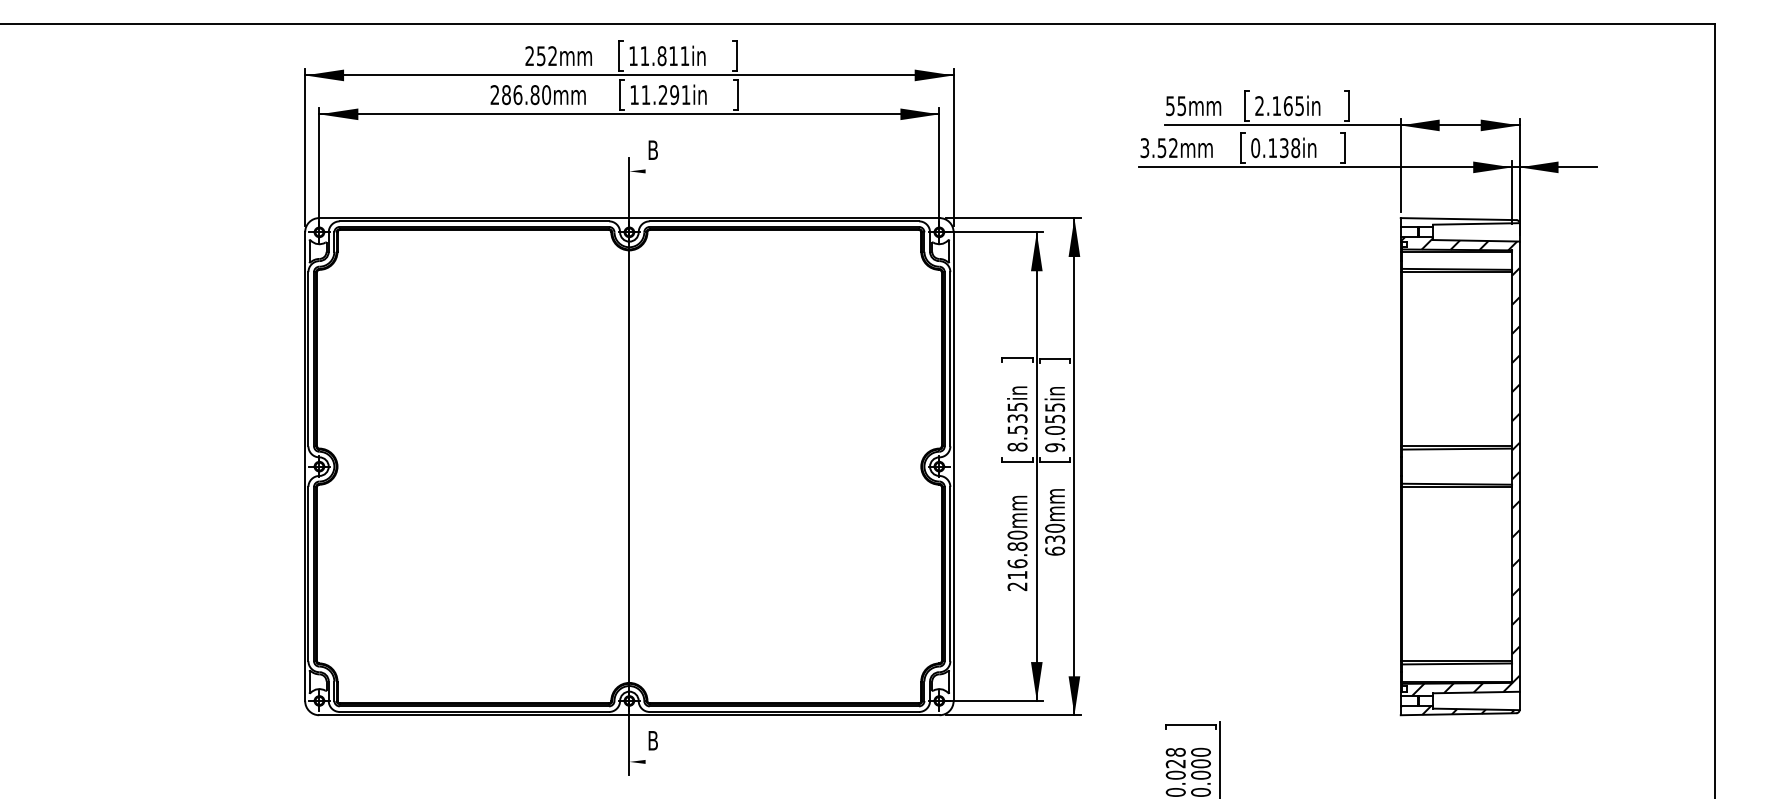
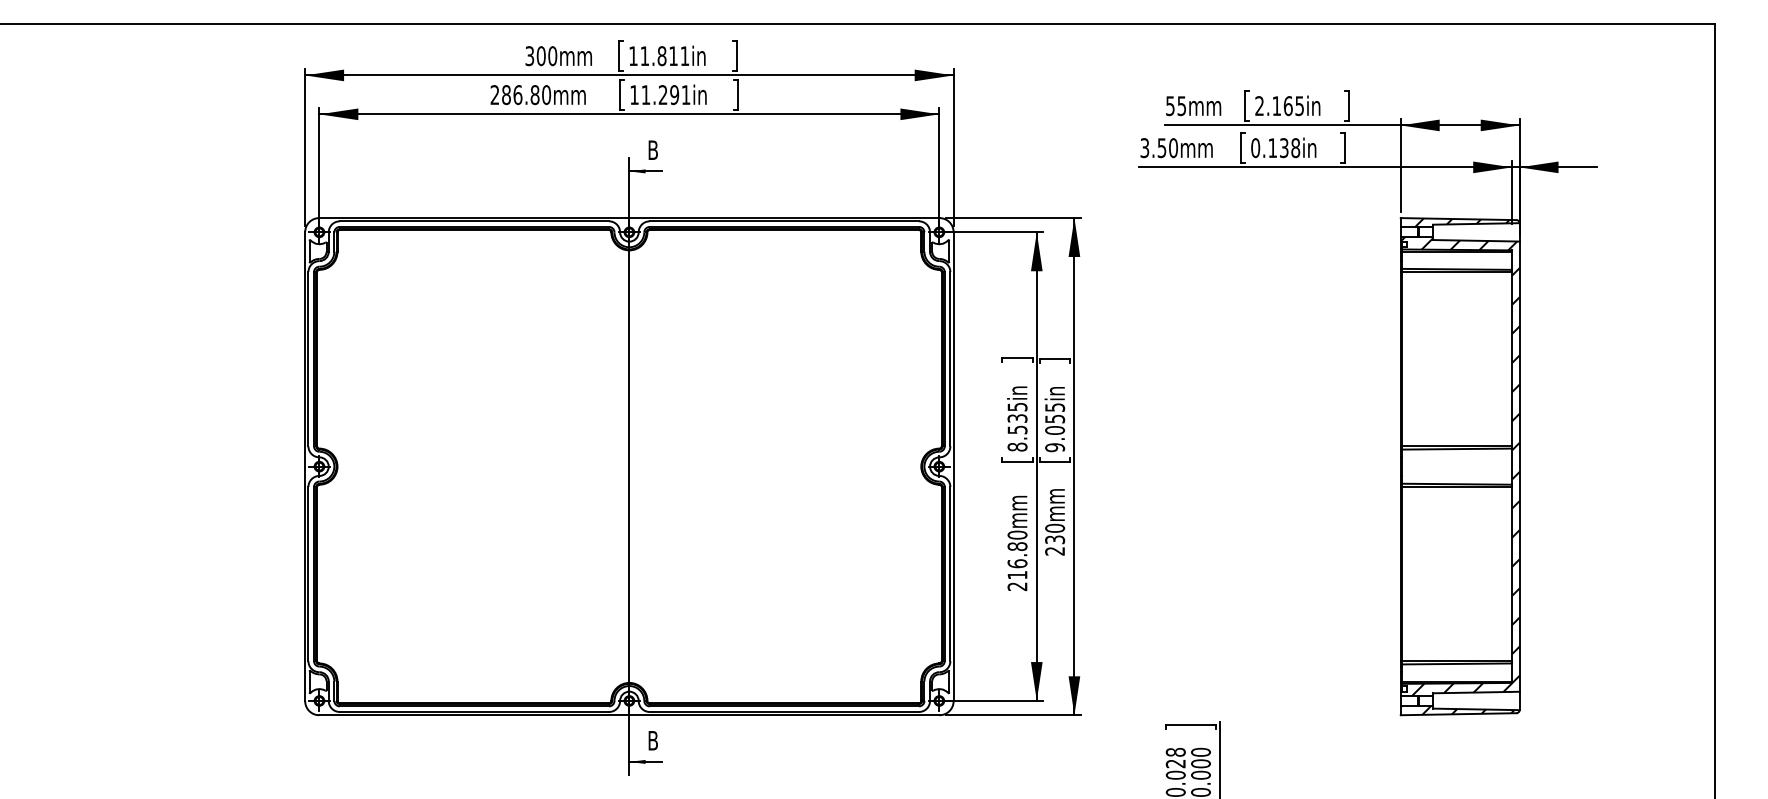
text at (541, 56): 252mm -> 300mm
text at (1173, 148): 3.52mm -> 3.50mm
line at (645, 171): none -> present
hatch at (1461, 222): none -> present
text at (1055, 550): 630mm -> 230mm
line at (645, 761): none -> present
